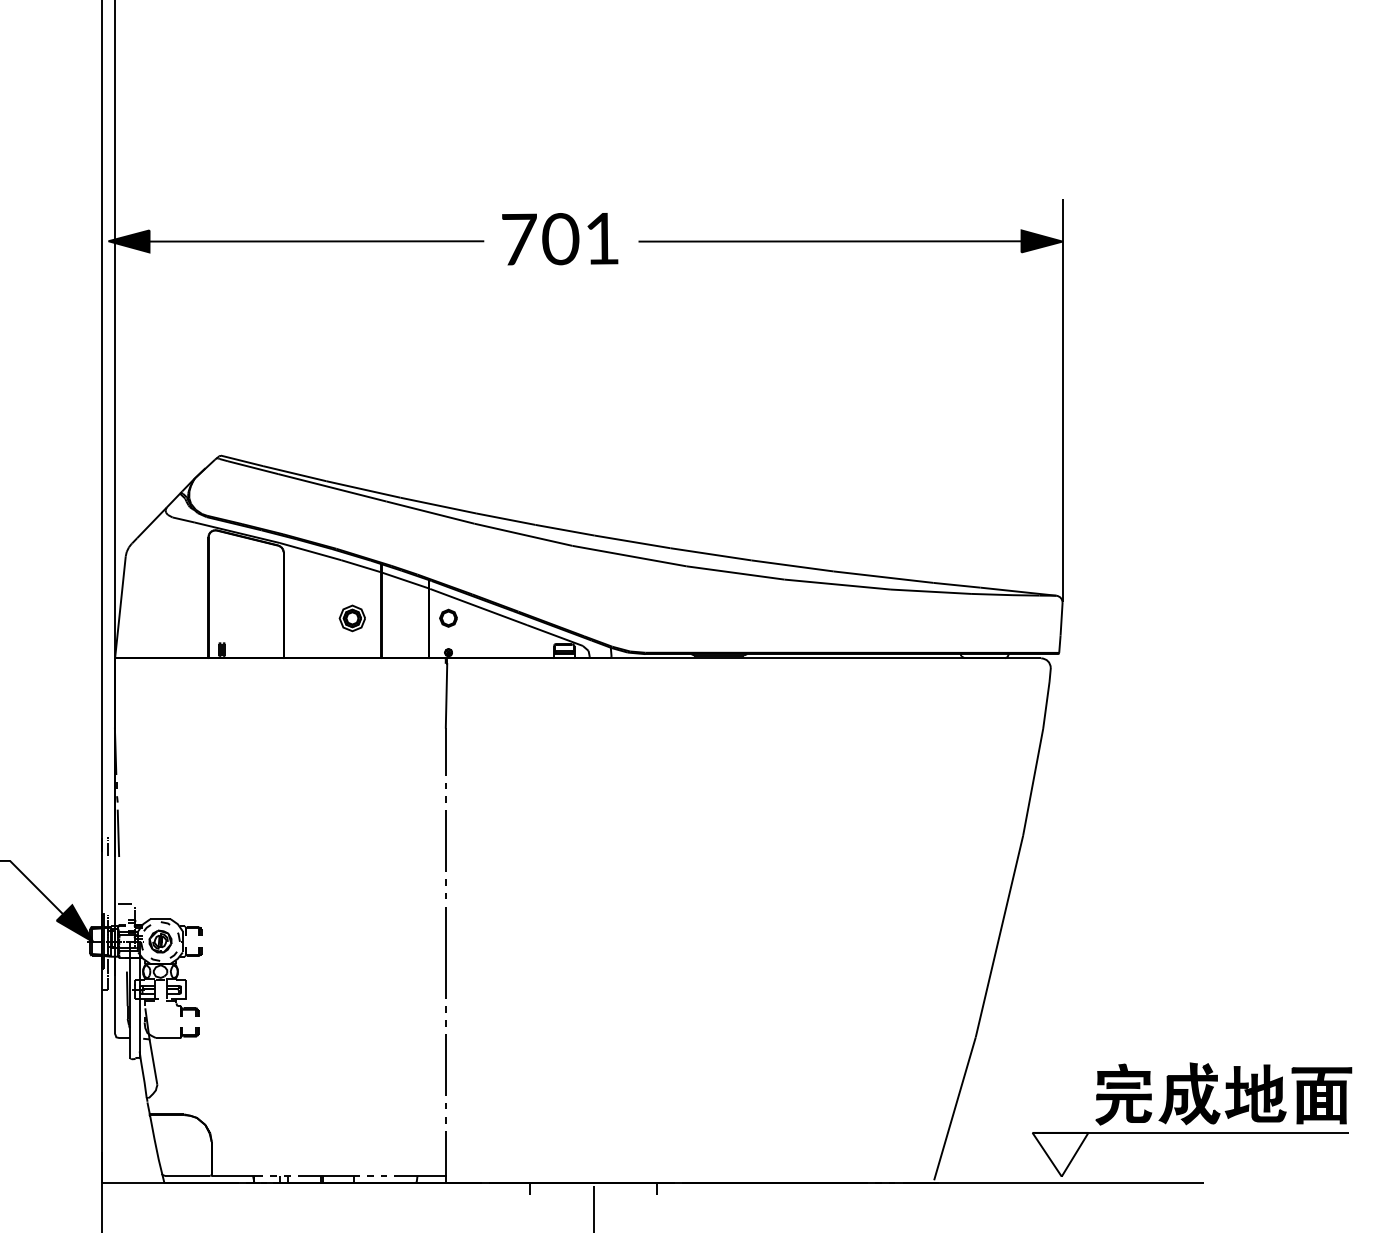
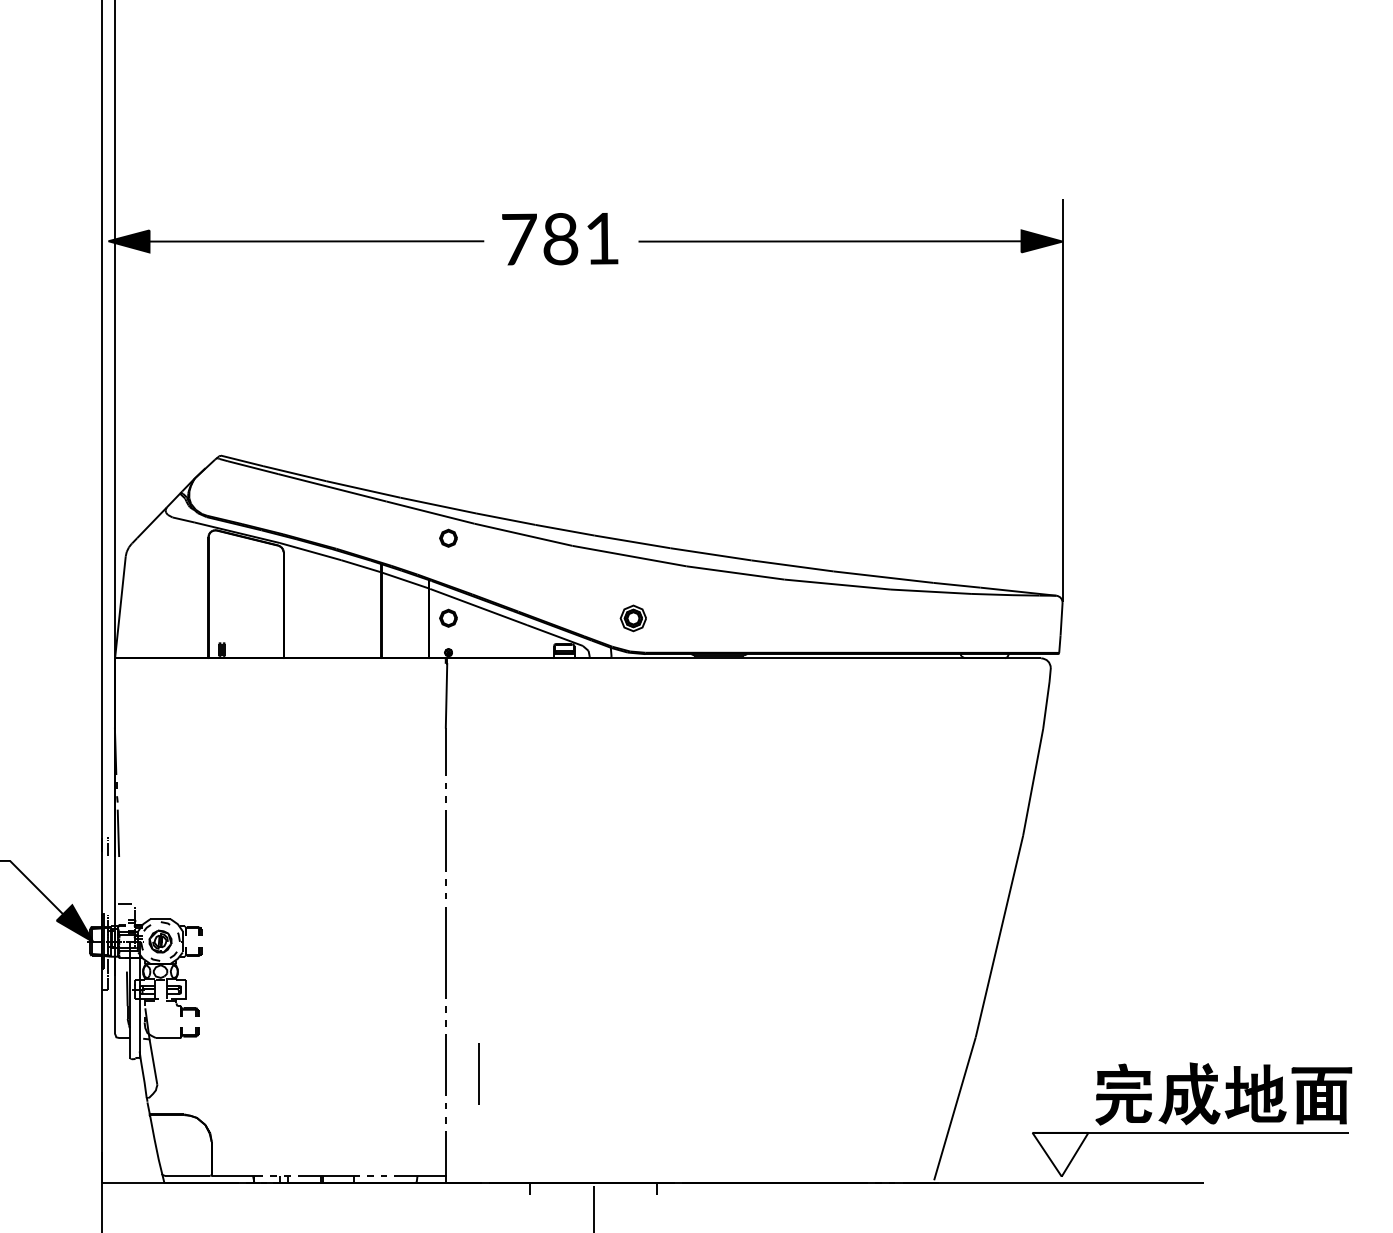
text at (560, 239): 701 -> 781
part at (448, 537): none -> present
part at (351, 618) position: (351, 618) -> (632, 618)
line at (478, 1073): none -> present
